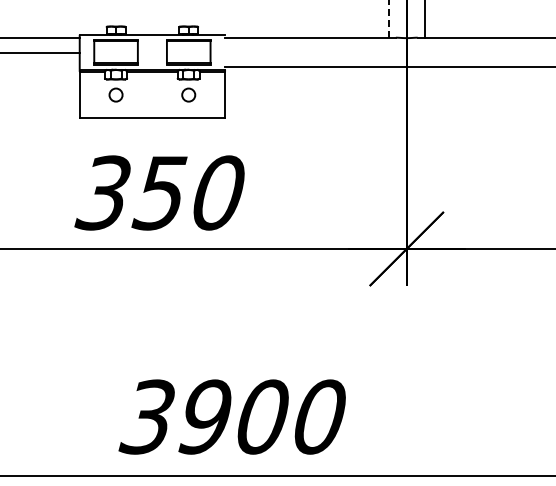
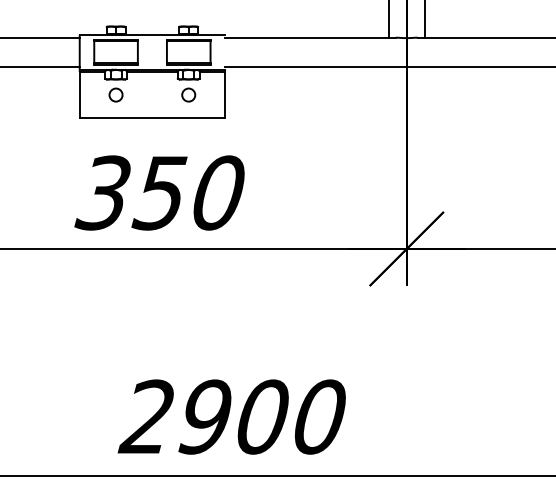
line at (388, 19): dashed -> solid
line at (40, 52) position: (40, 52) -> (40, 66)
text at (145, 416): 3900 -> 2900
